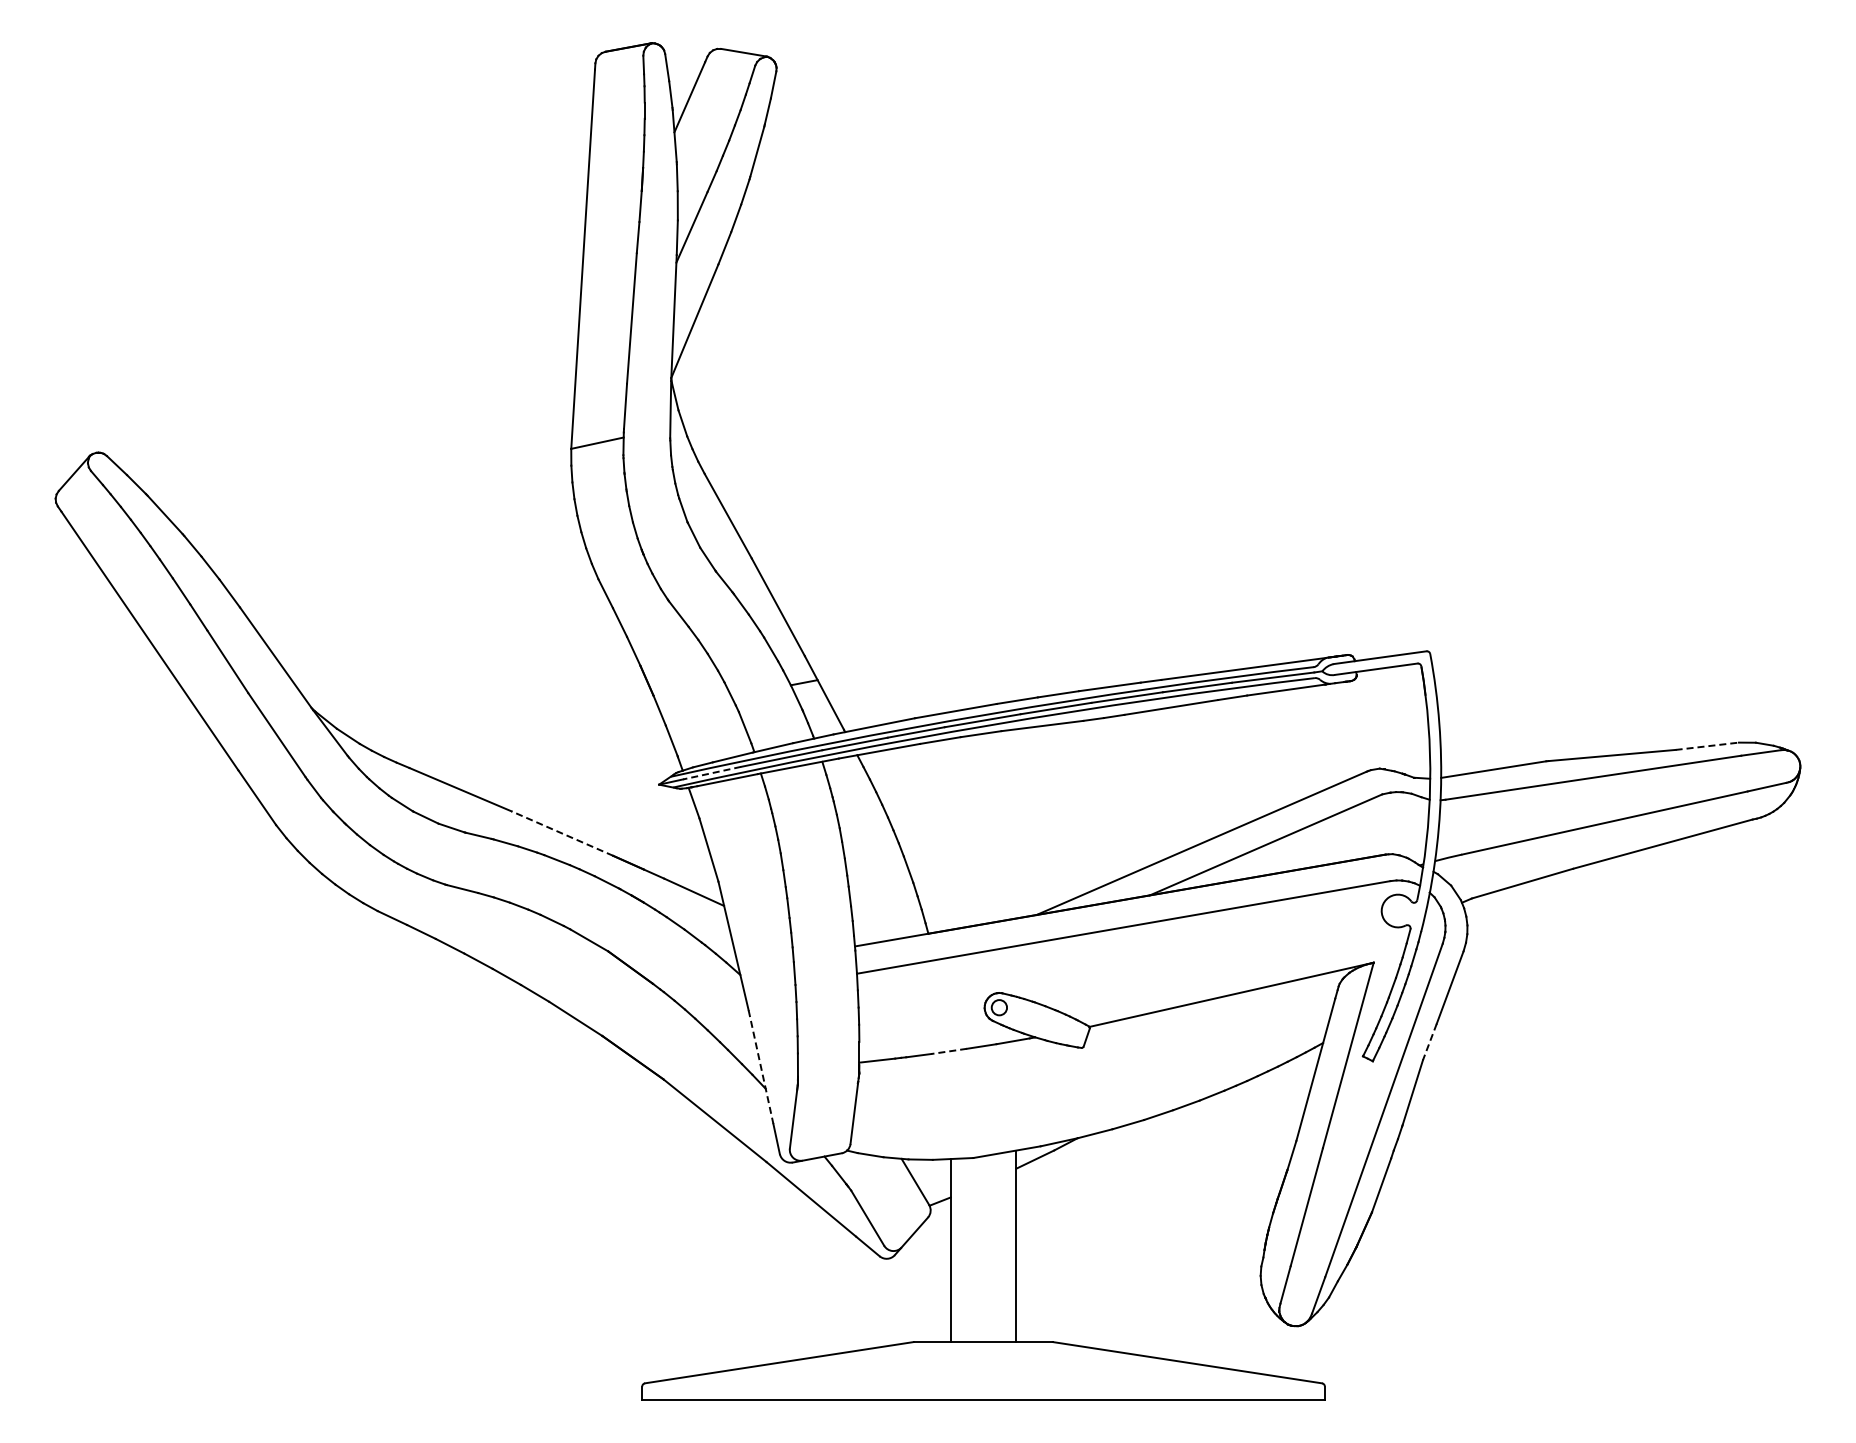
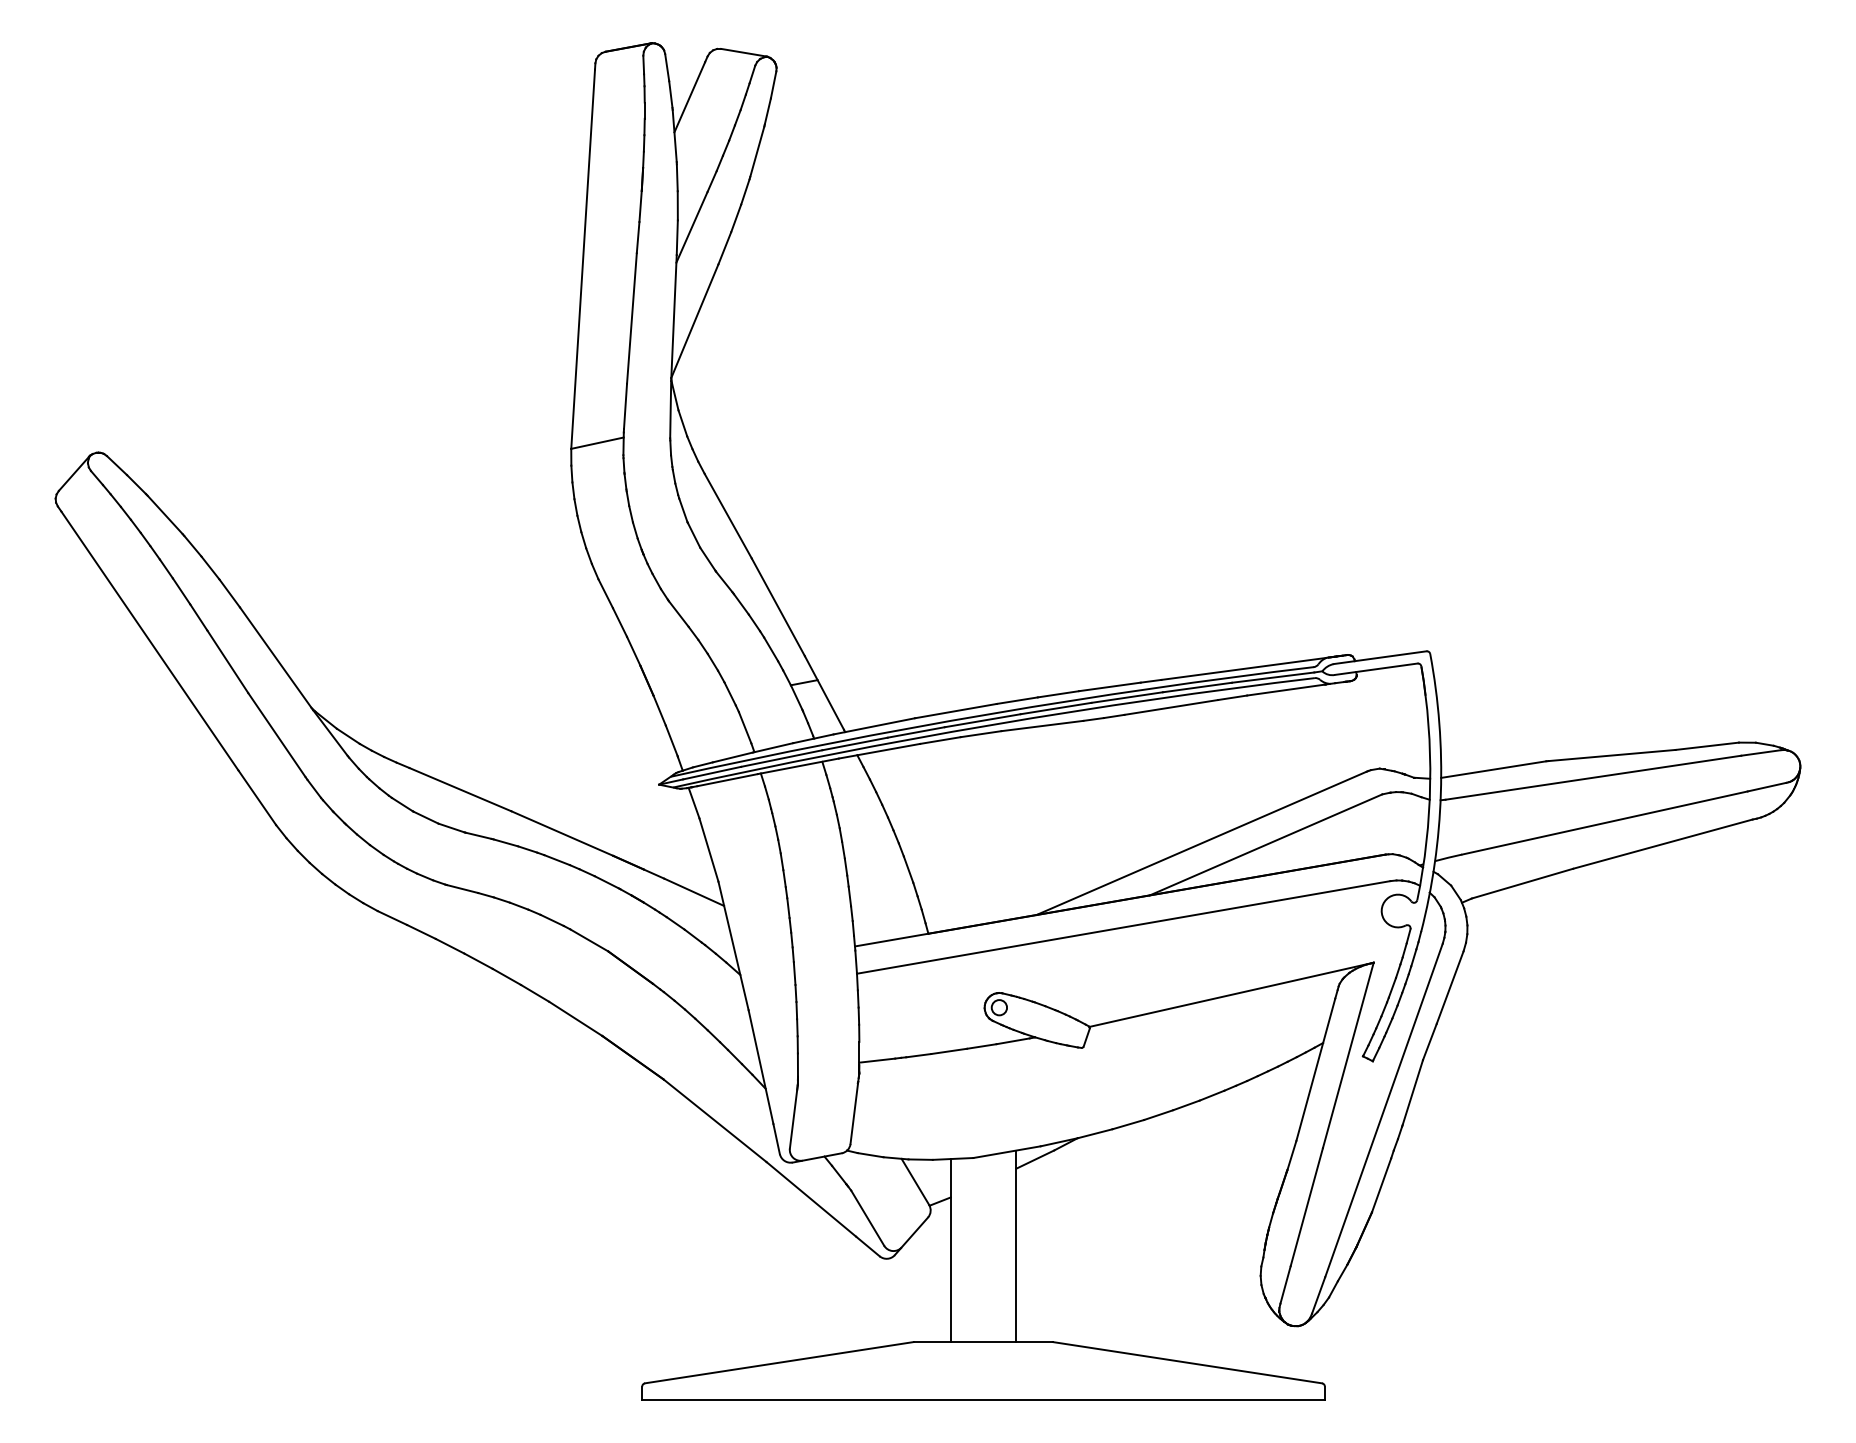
line at (1707, 746): dashed -> solid
line at (712, 773): dashed -> solid
line at (562, 833): dashed -> solid
line at (1429, 1042): dashed -> solid
line at (948, 1051): dashed -> solid
line at (761, 1067): dashed -> solid
